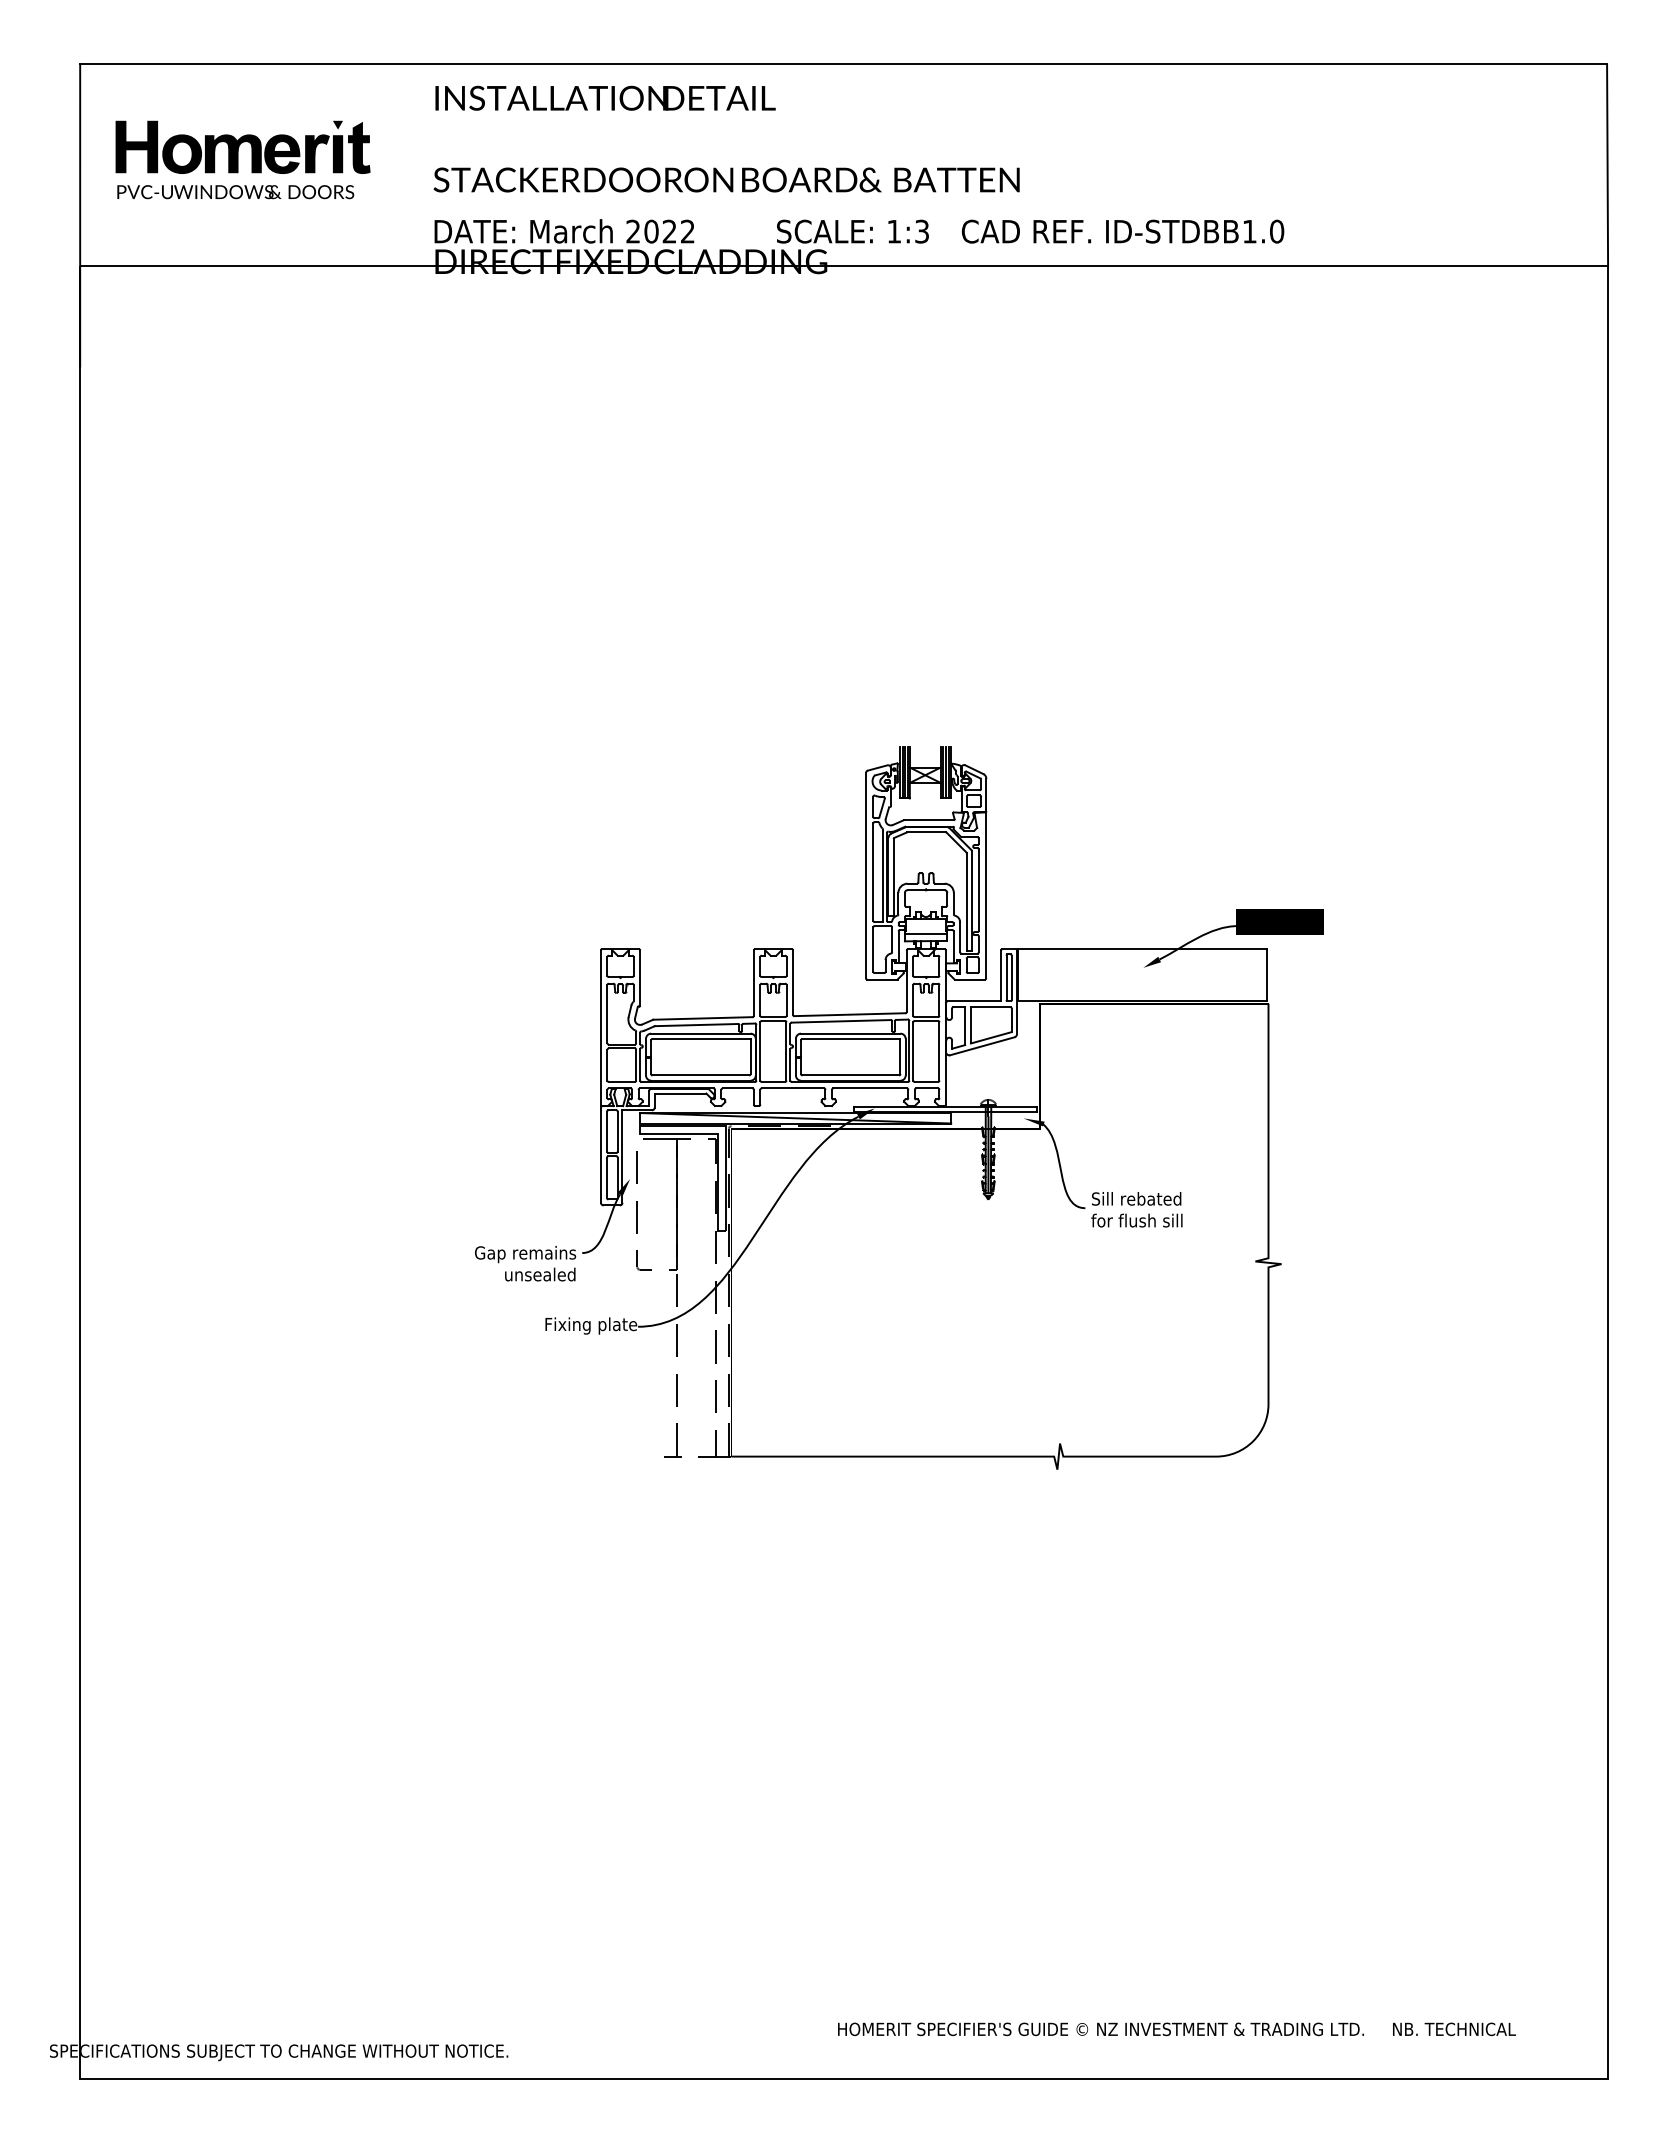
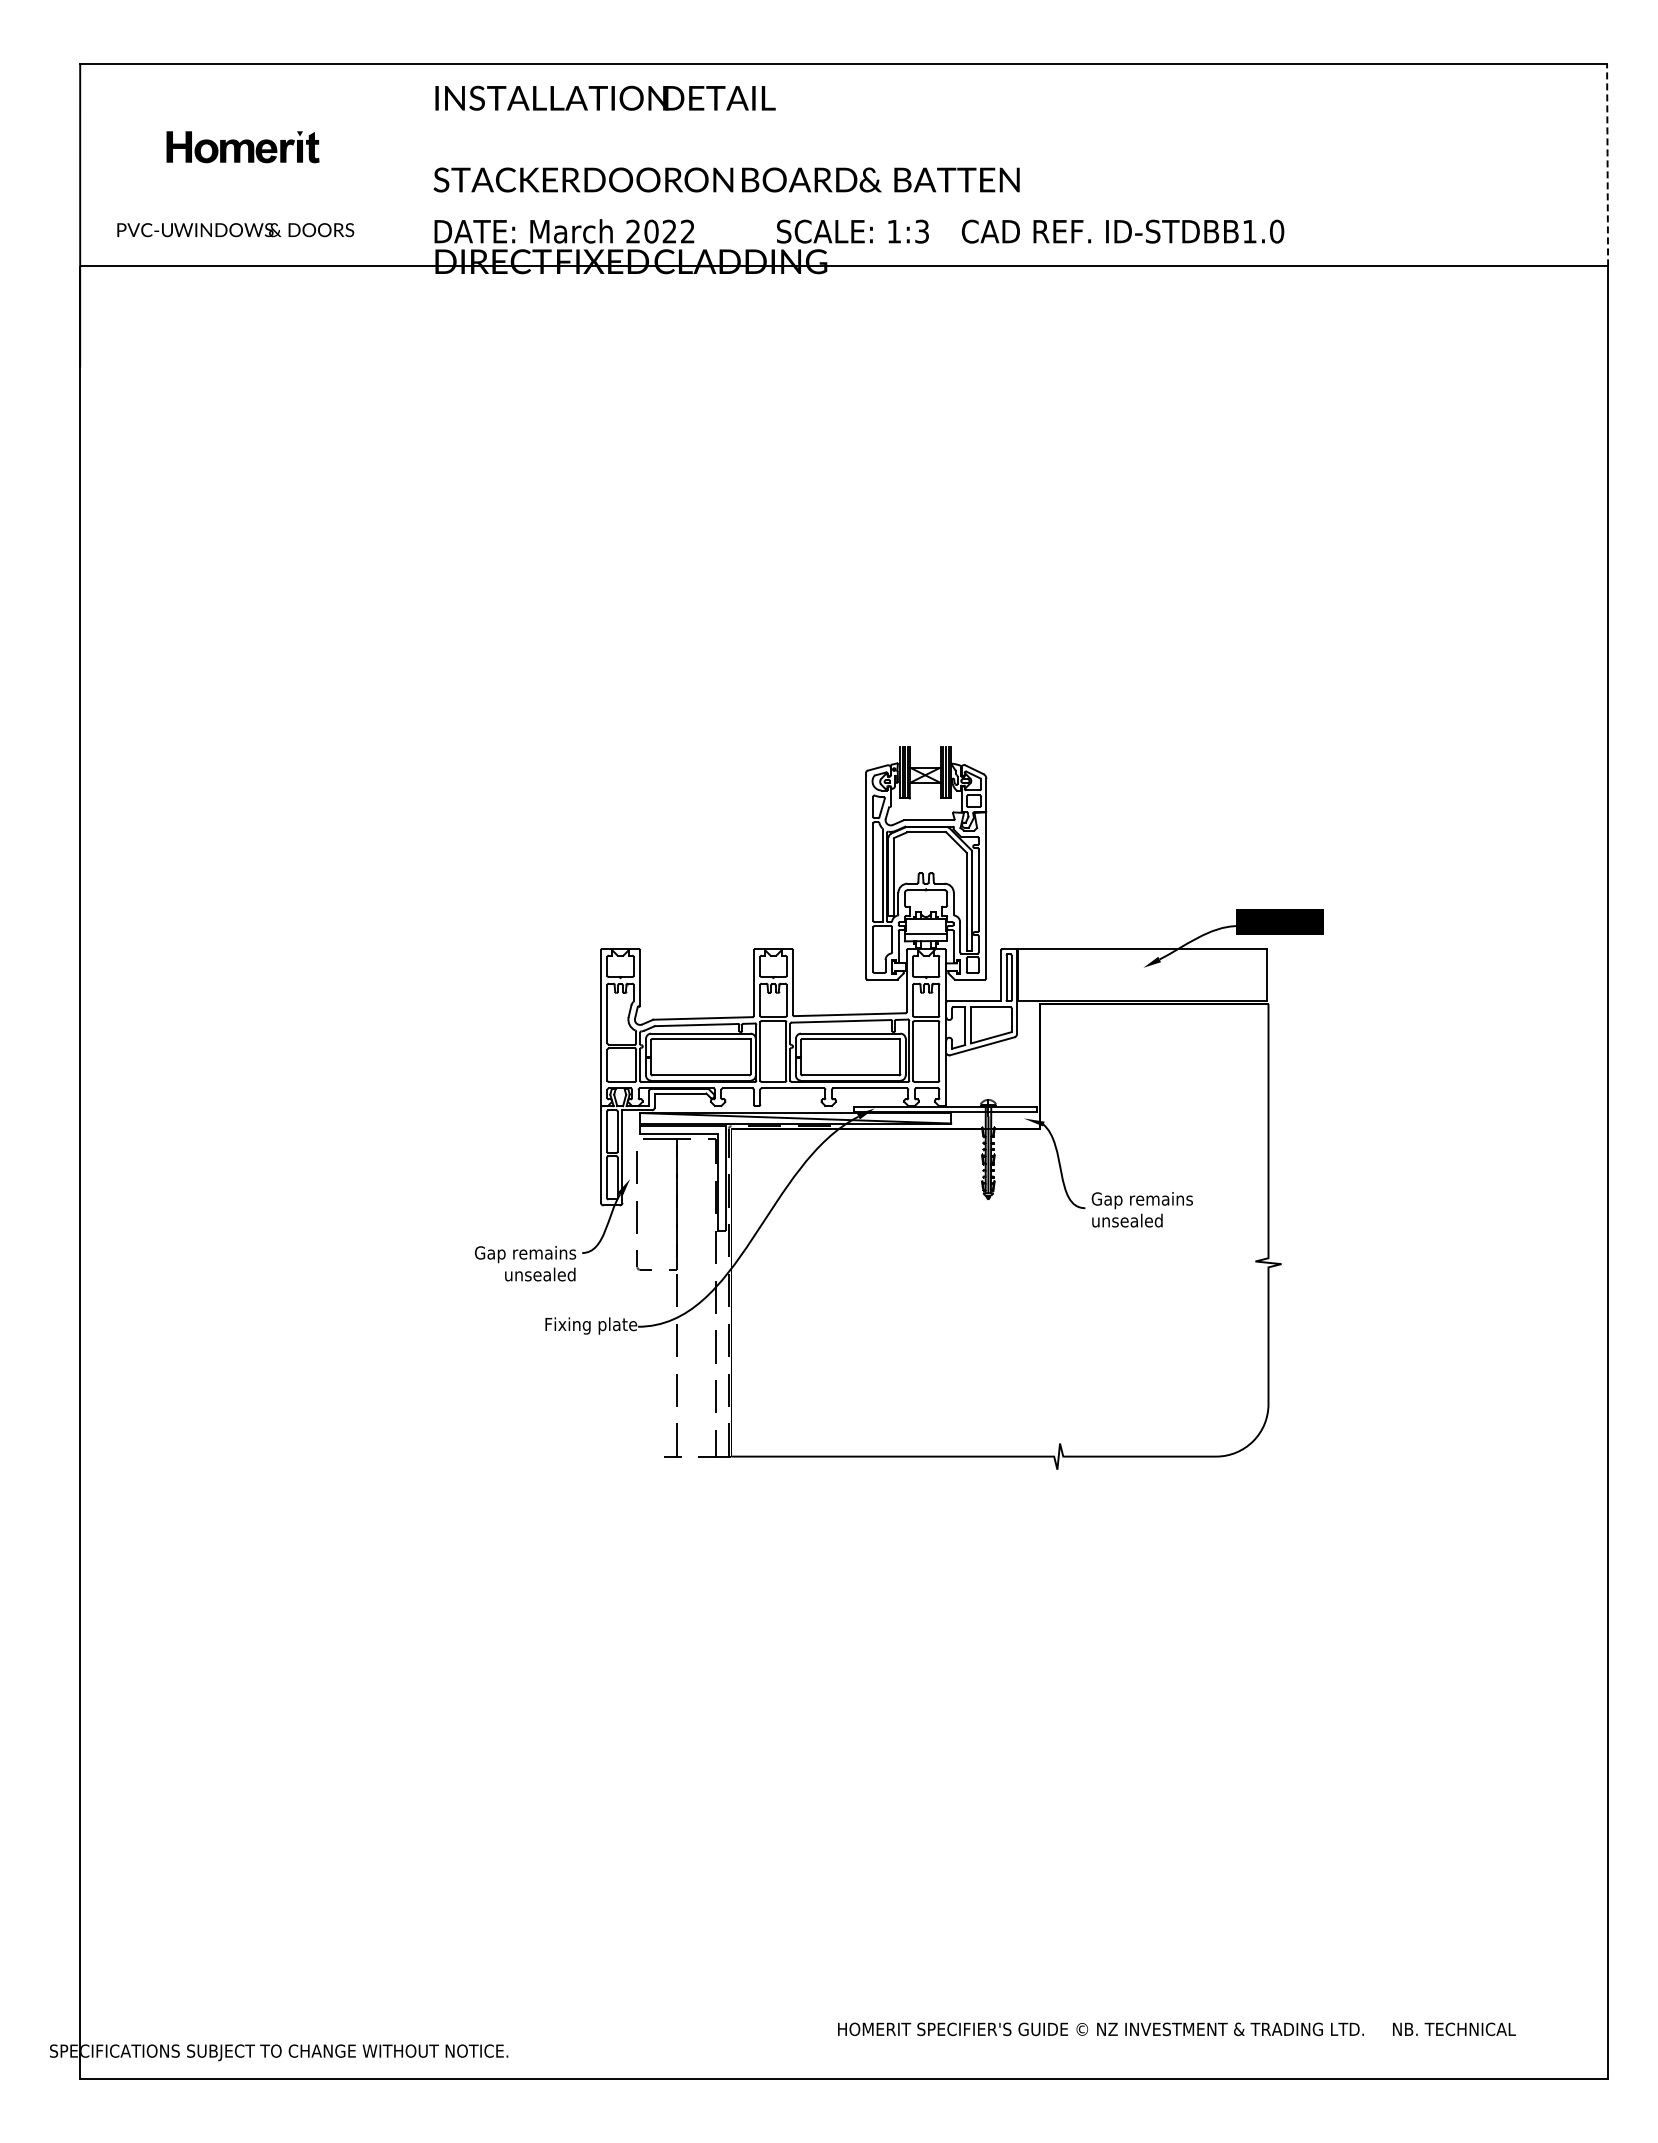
part at (242, 146) size: 256x54 px -> 154x33 px
line at (1607, 164): solid -> dashed
text at (235, 192) position: (235, 192) -> (235, 230)
text at (1141, 1209): Sill rebated for flush sill -> Gap remains unsealed
